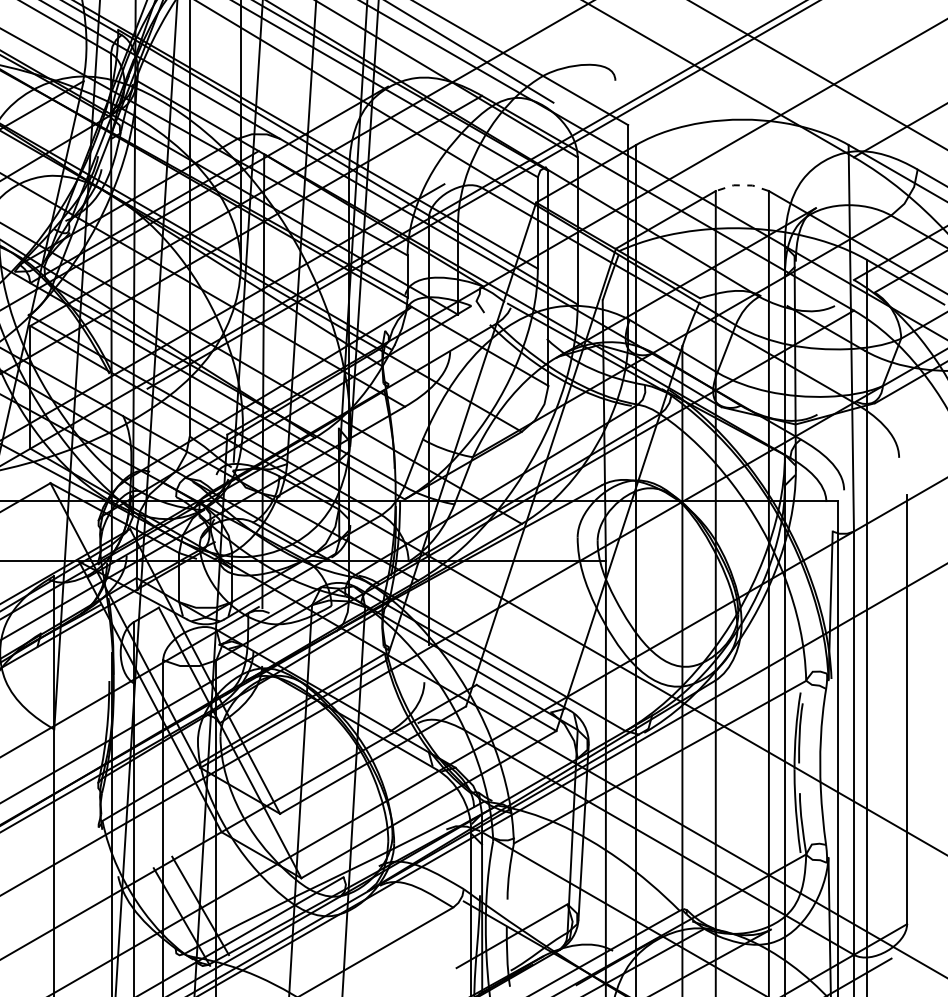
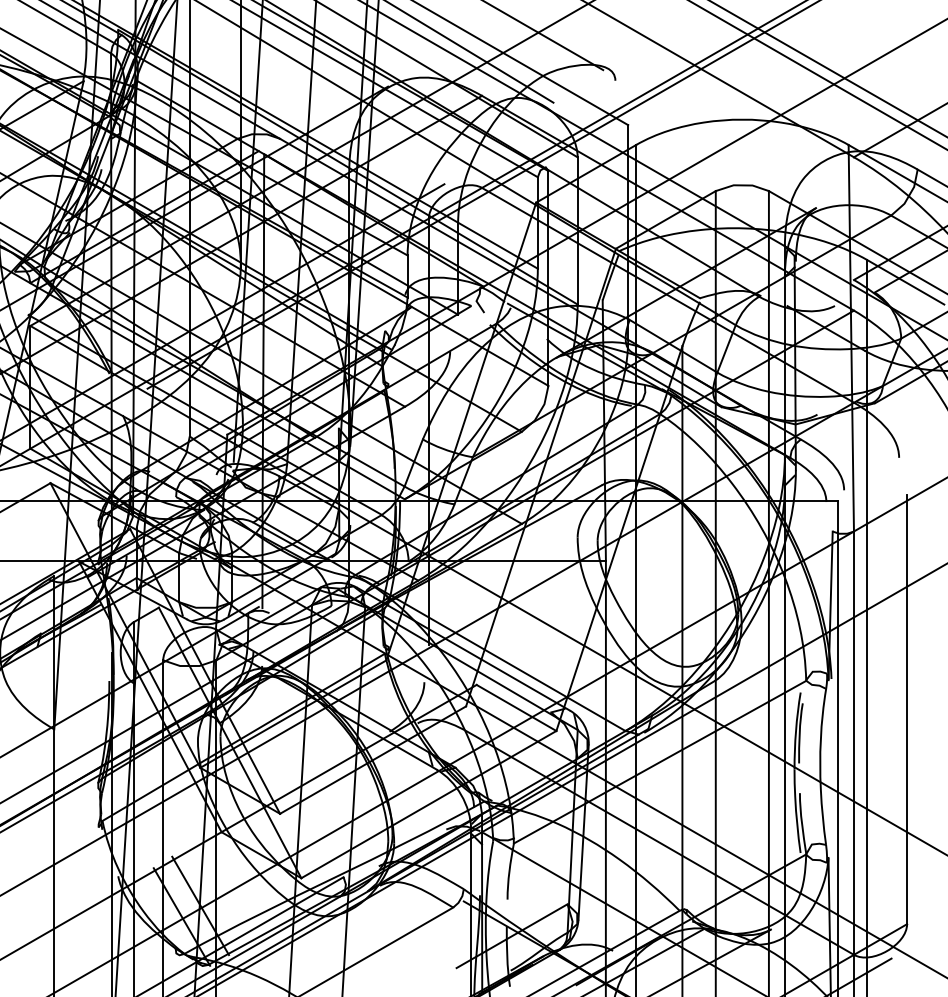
line at (544, 36): none -> present
line at (828, 68): none -> present
line at (742, 185): dashed -> solid
